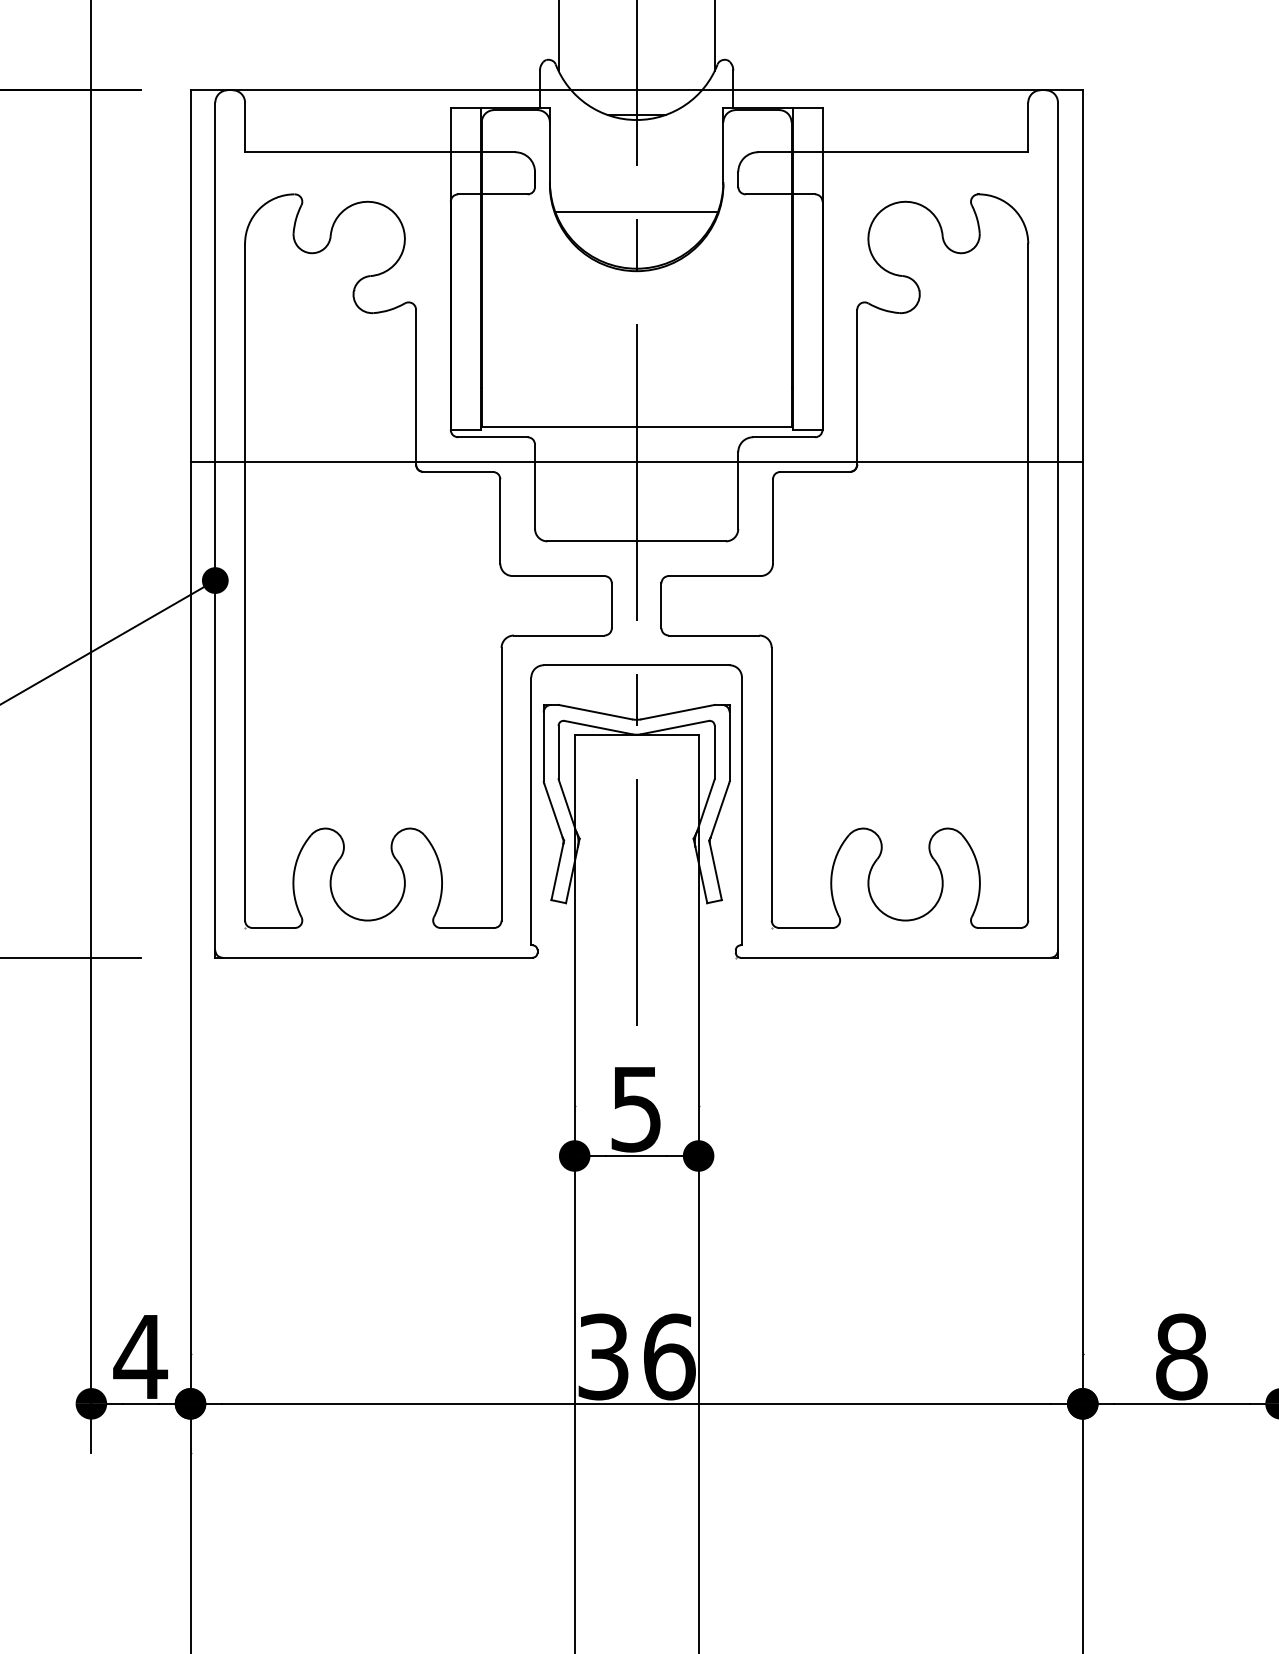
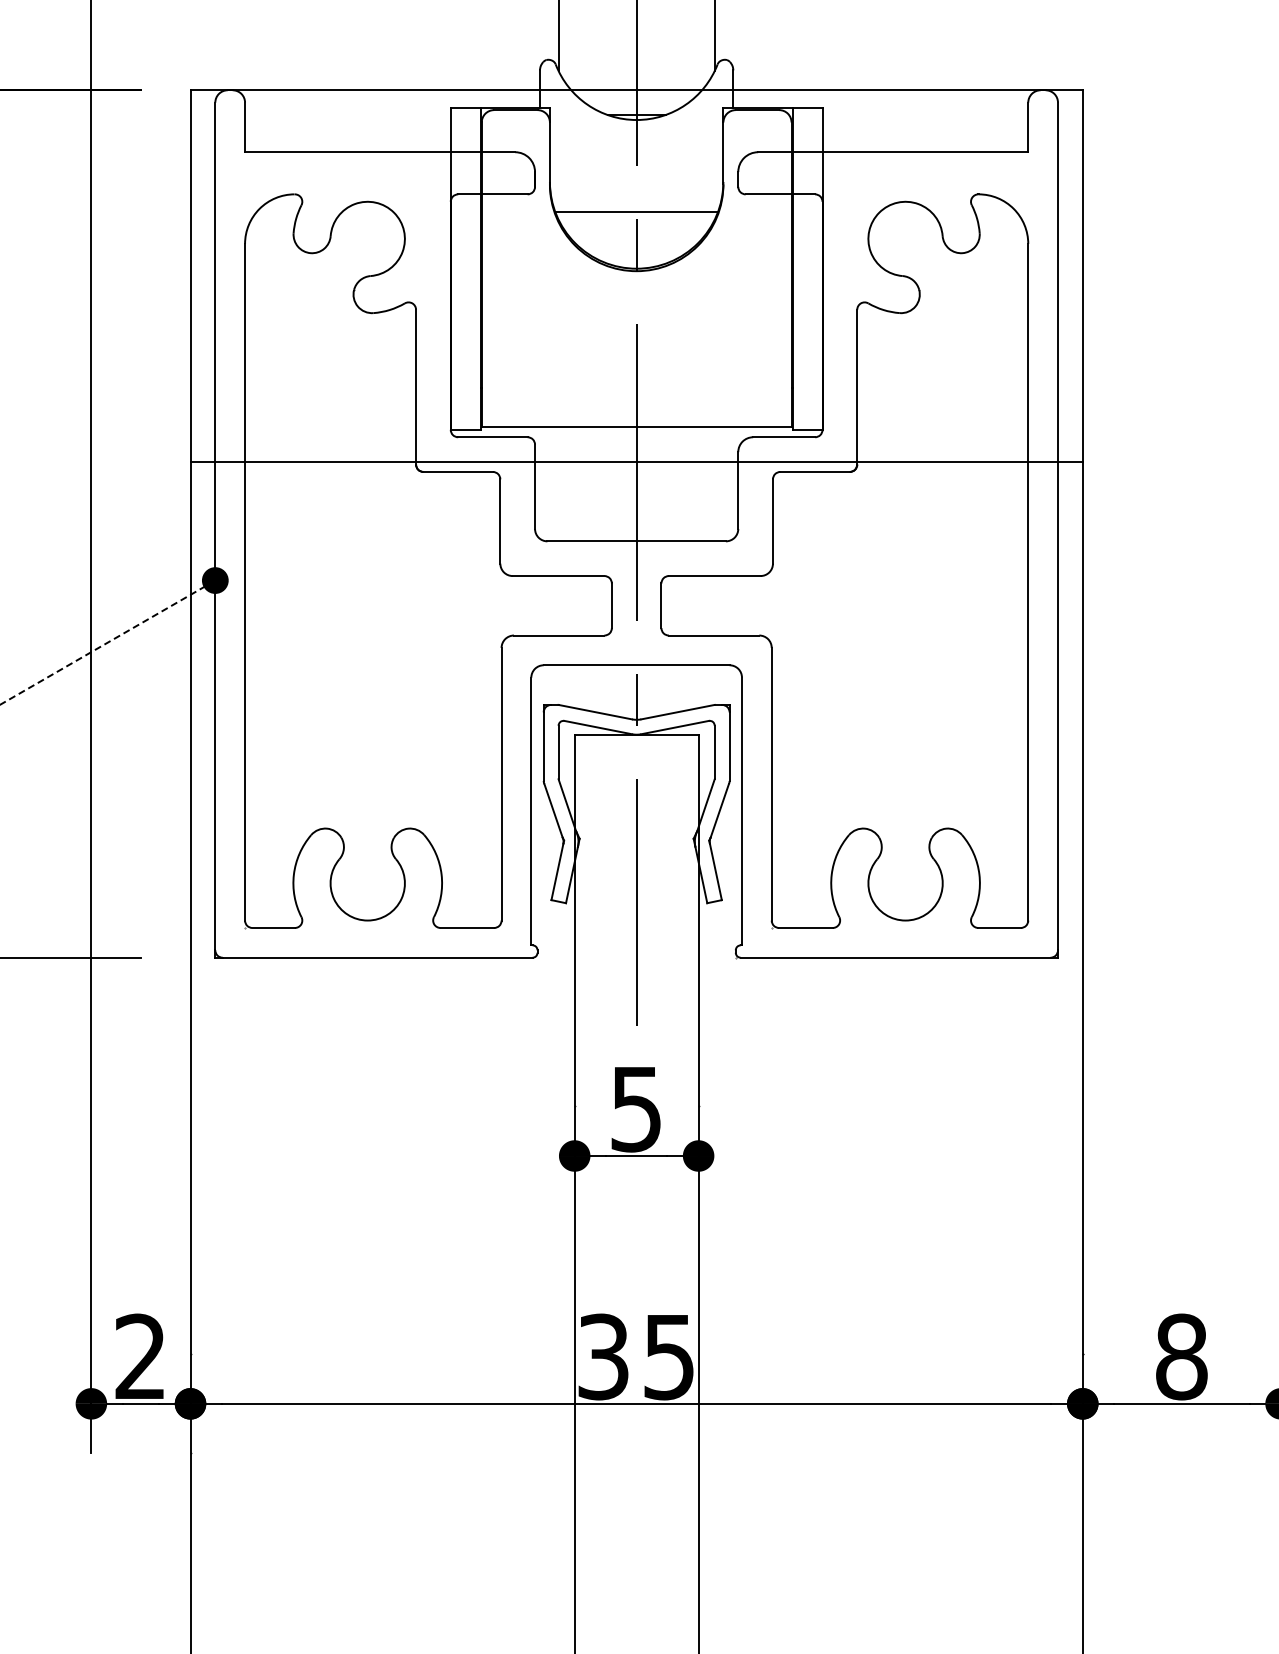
line at (108, 642): solid -> dashed
text at (140, 1355): 4 -> 2
text at (669, 1356): 36 -> 35
